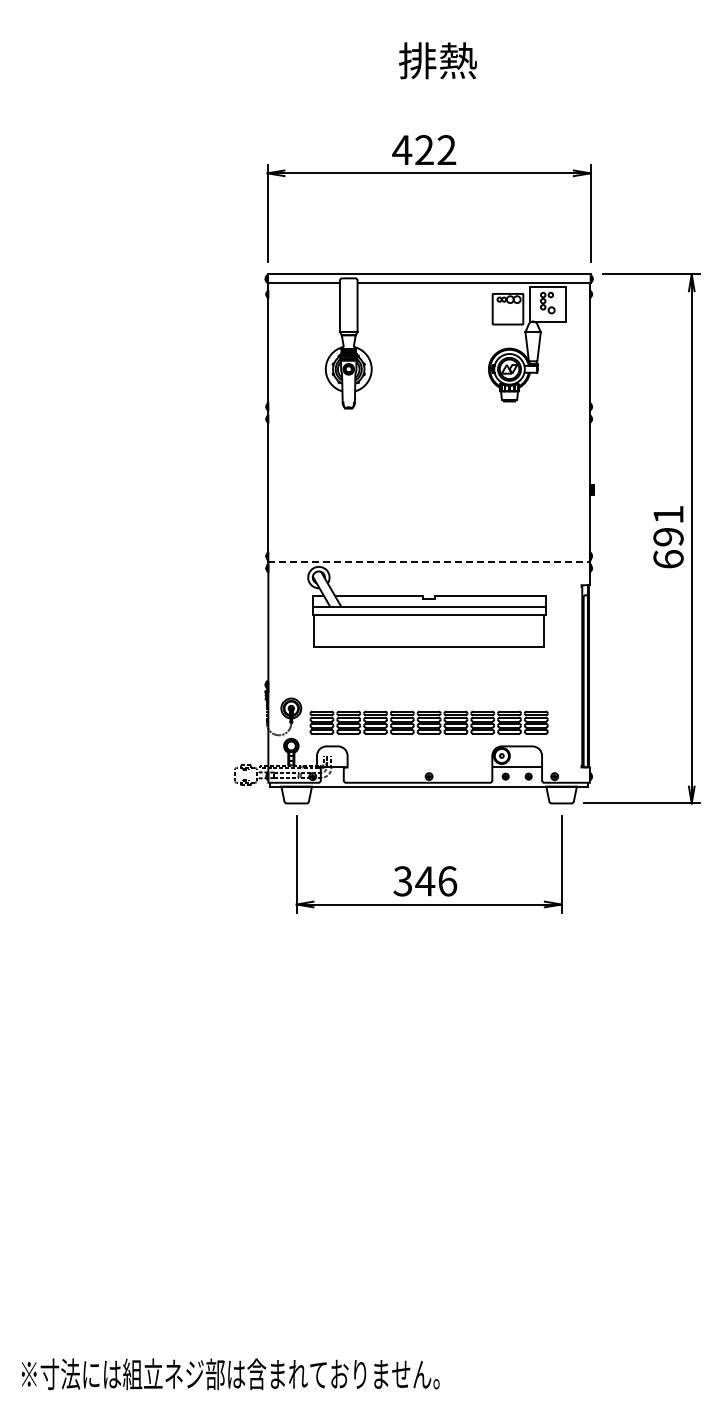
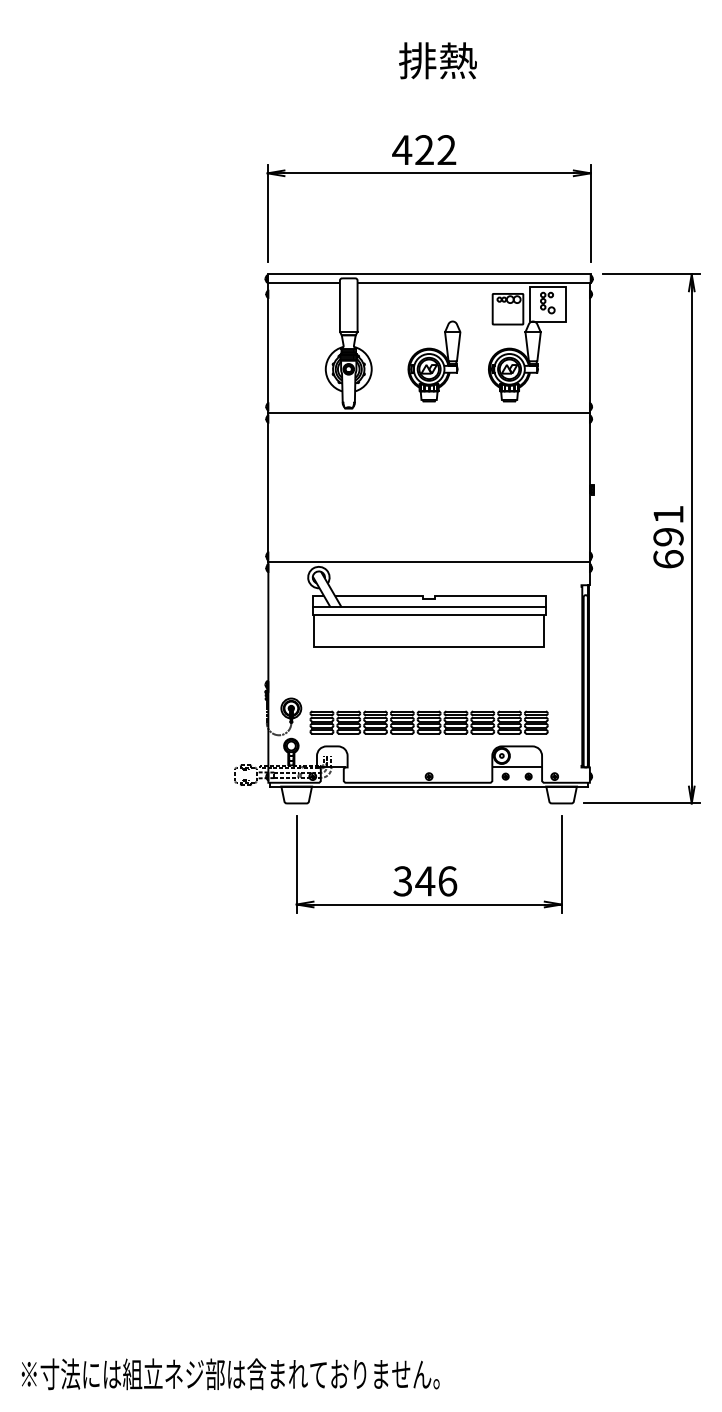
part at (434, 361): none -> present
line at (428, 412): none -> present
line at (429, 562): dashed -> solid
